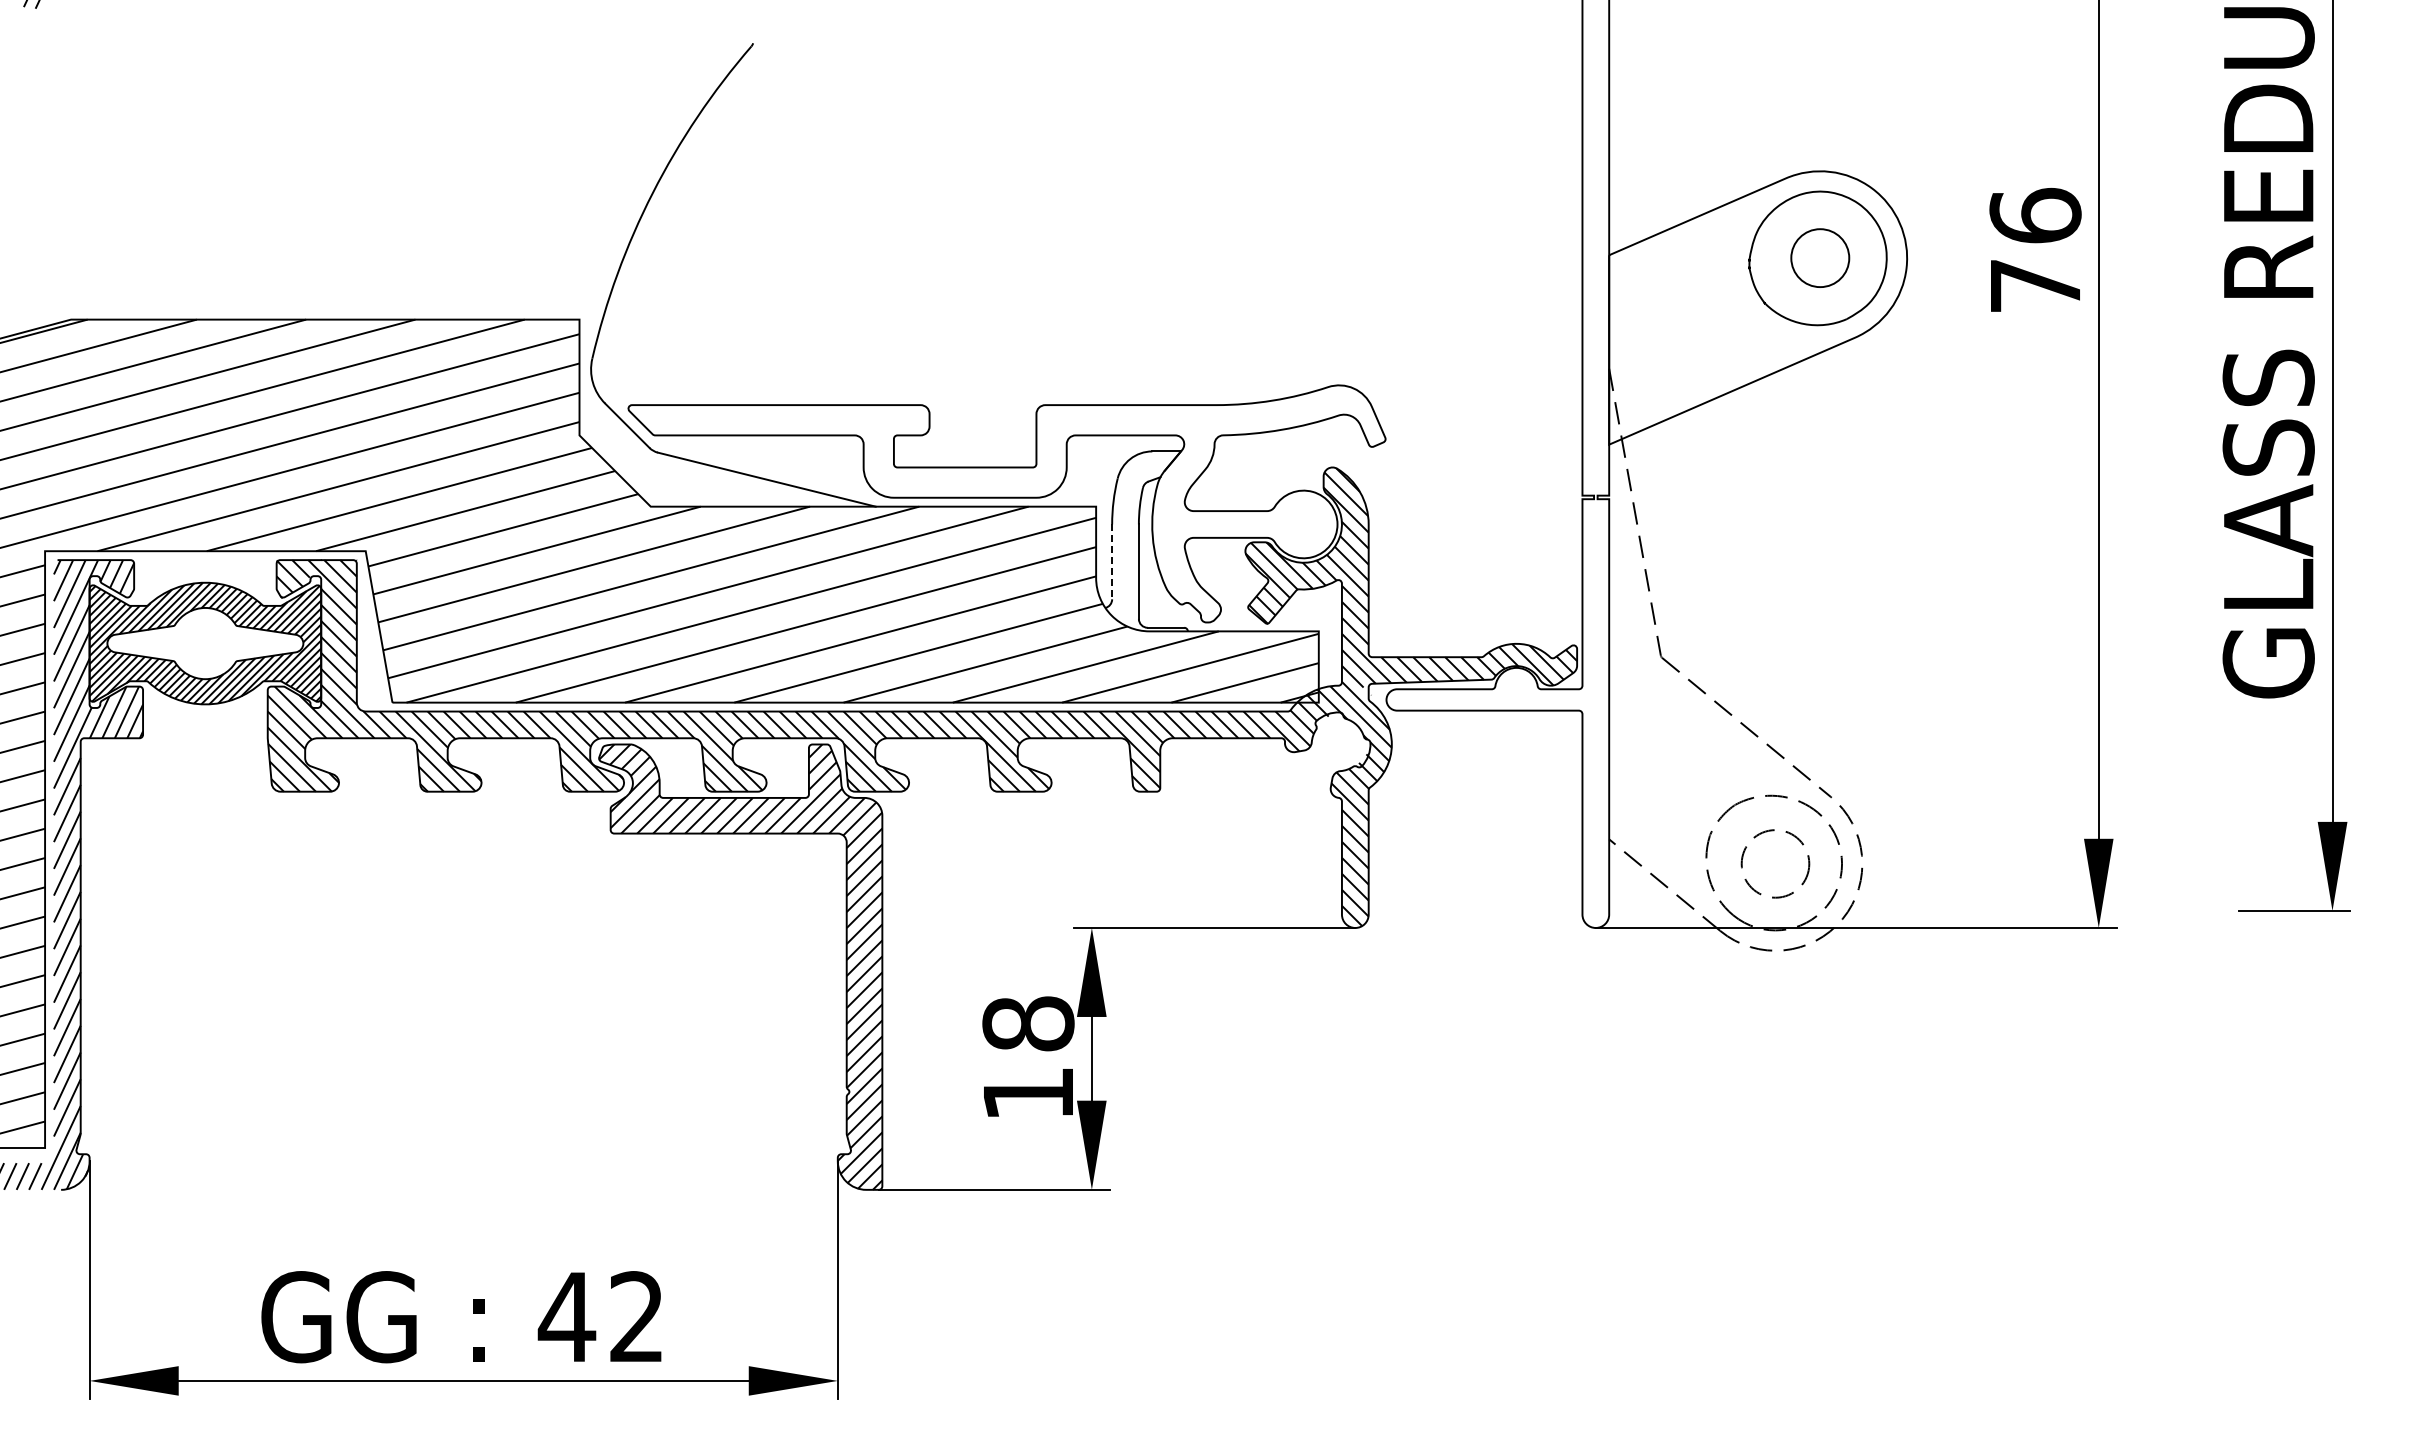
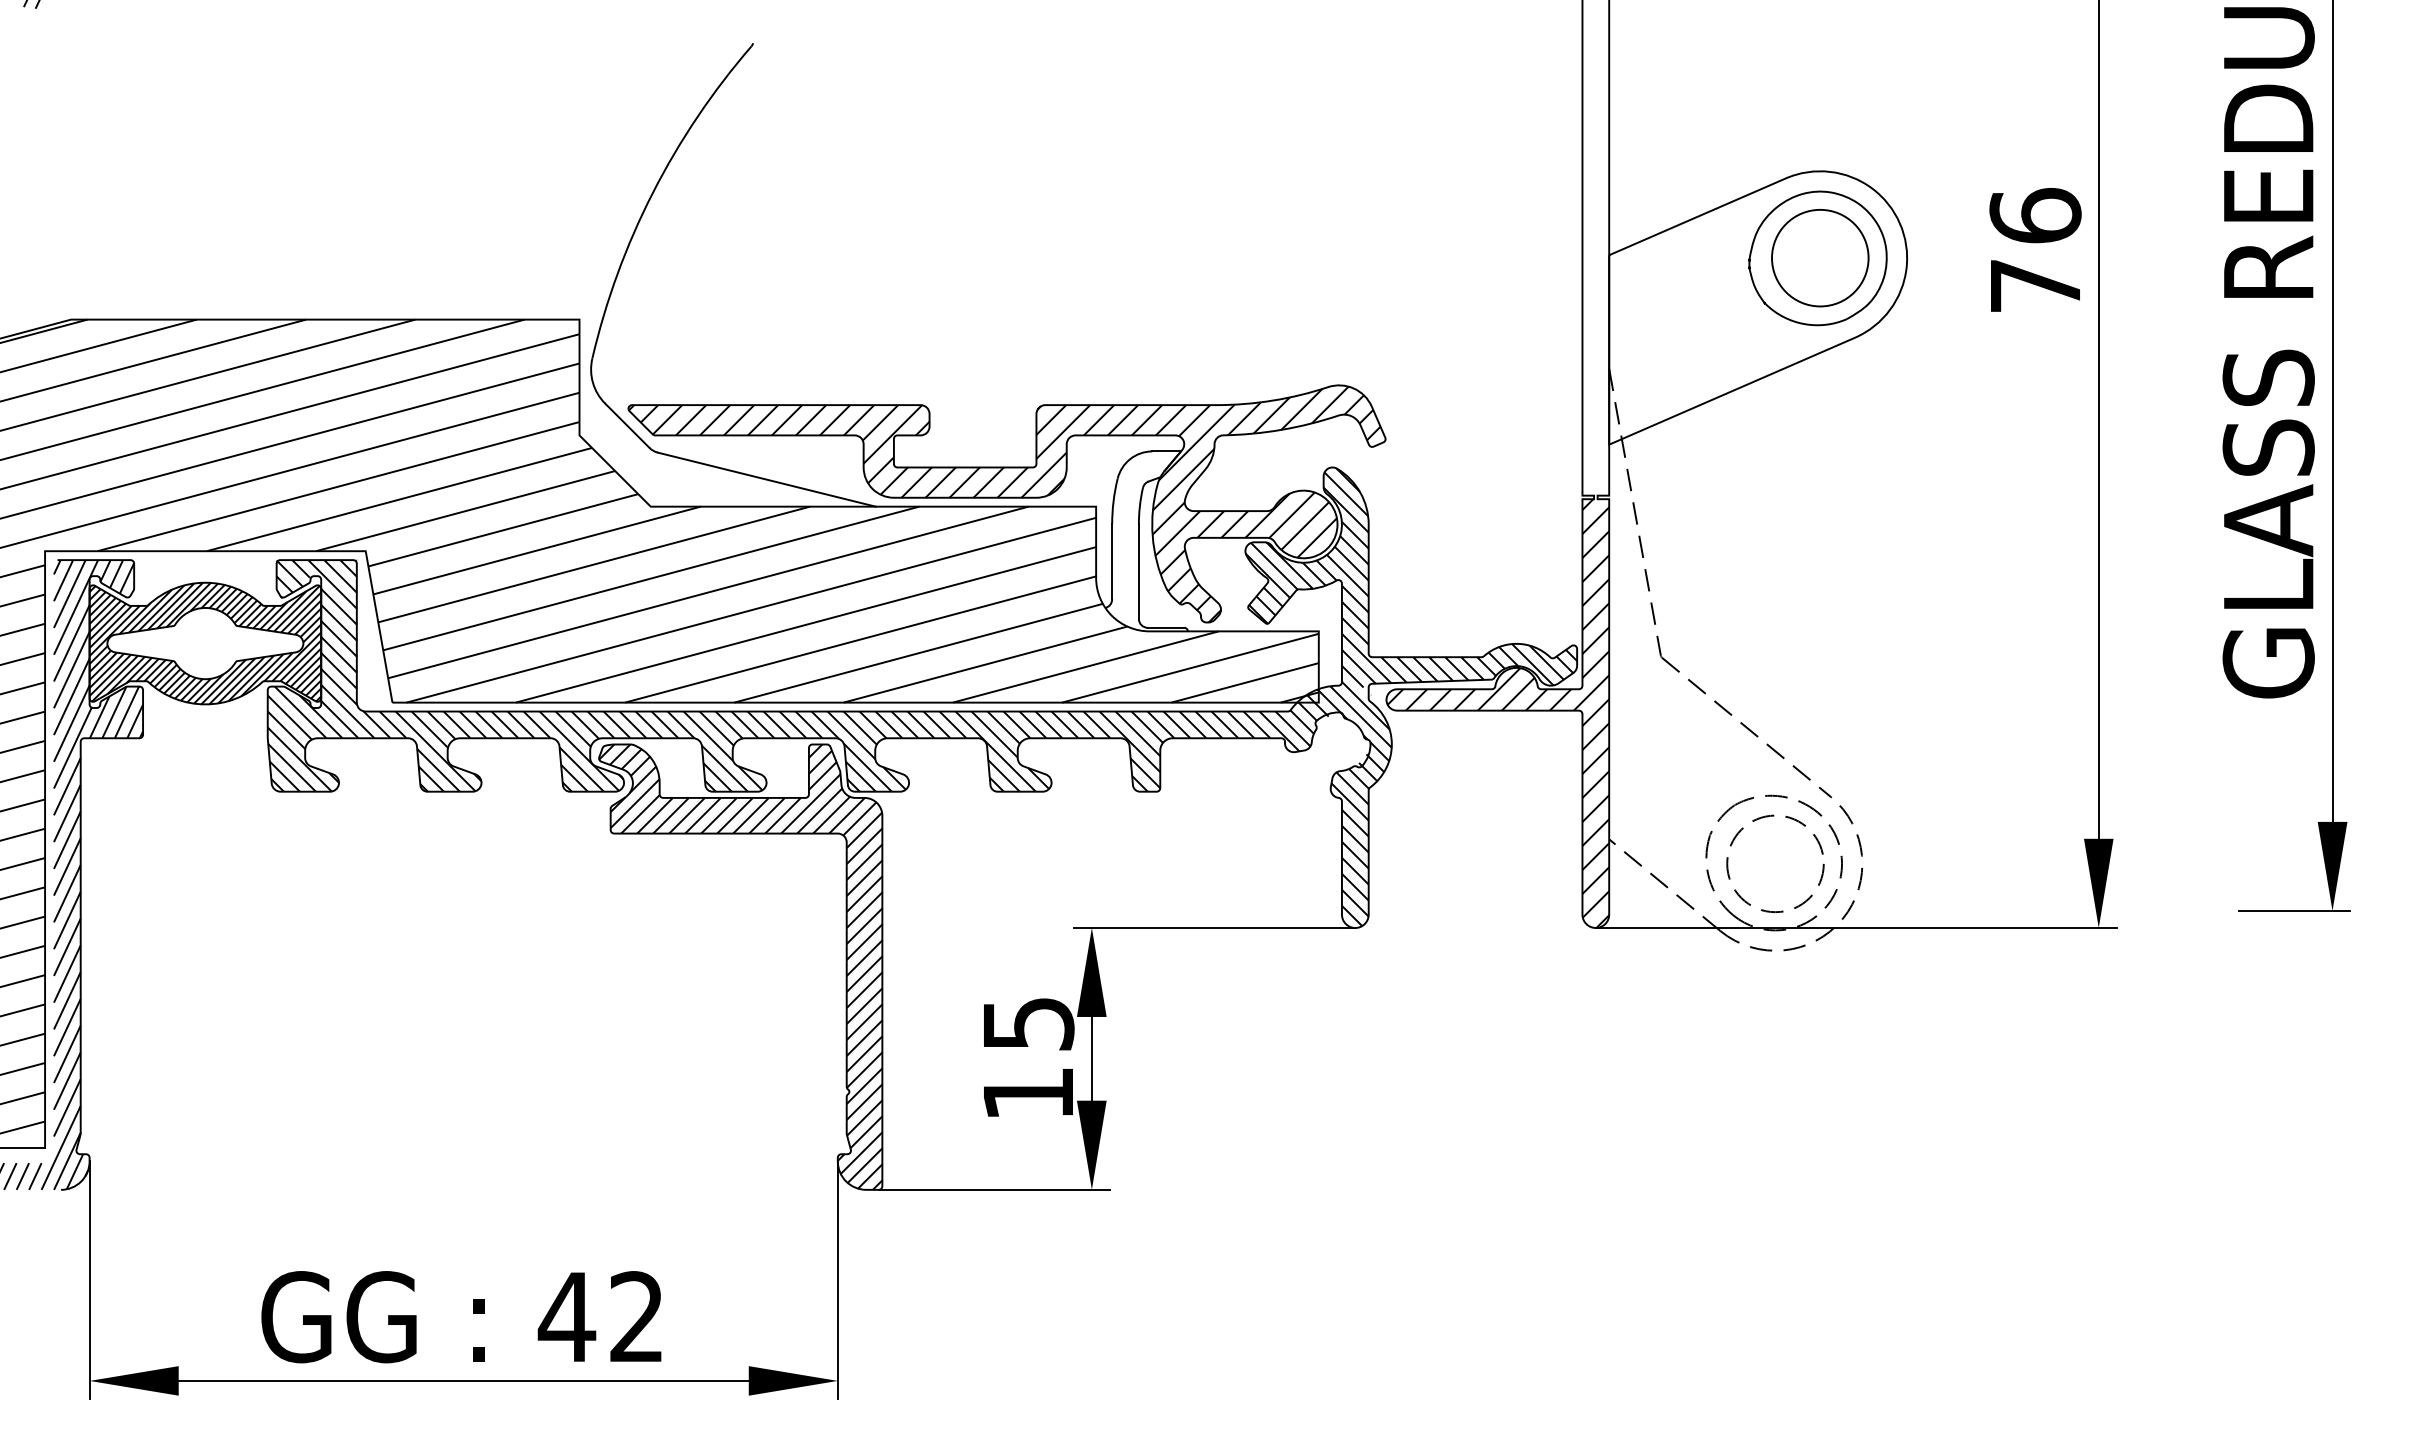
circle at (1820, 258) diameter: 58 px -> 97 px
hatch at (1004, 504): none -> present
line at (1112, 562): dashed -> solid
hatch at (1498, 713): none -> present
circle at (1775, 863) size: 71x70 px -> 99x100 px
text at (1028, 1023): 18 -> 15
